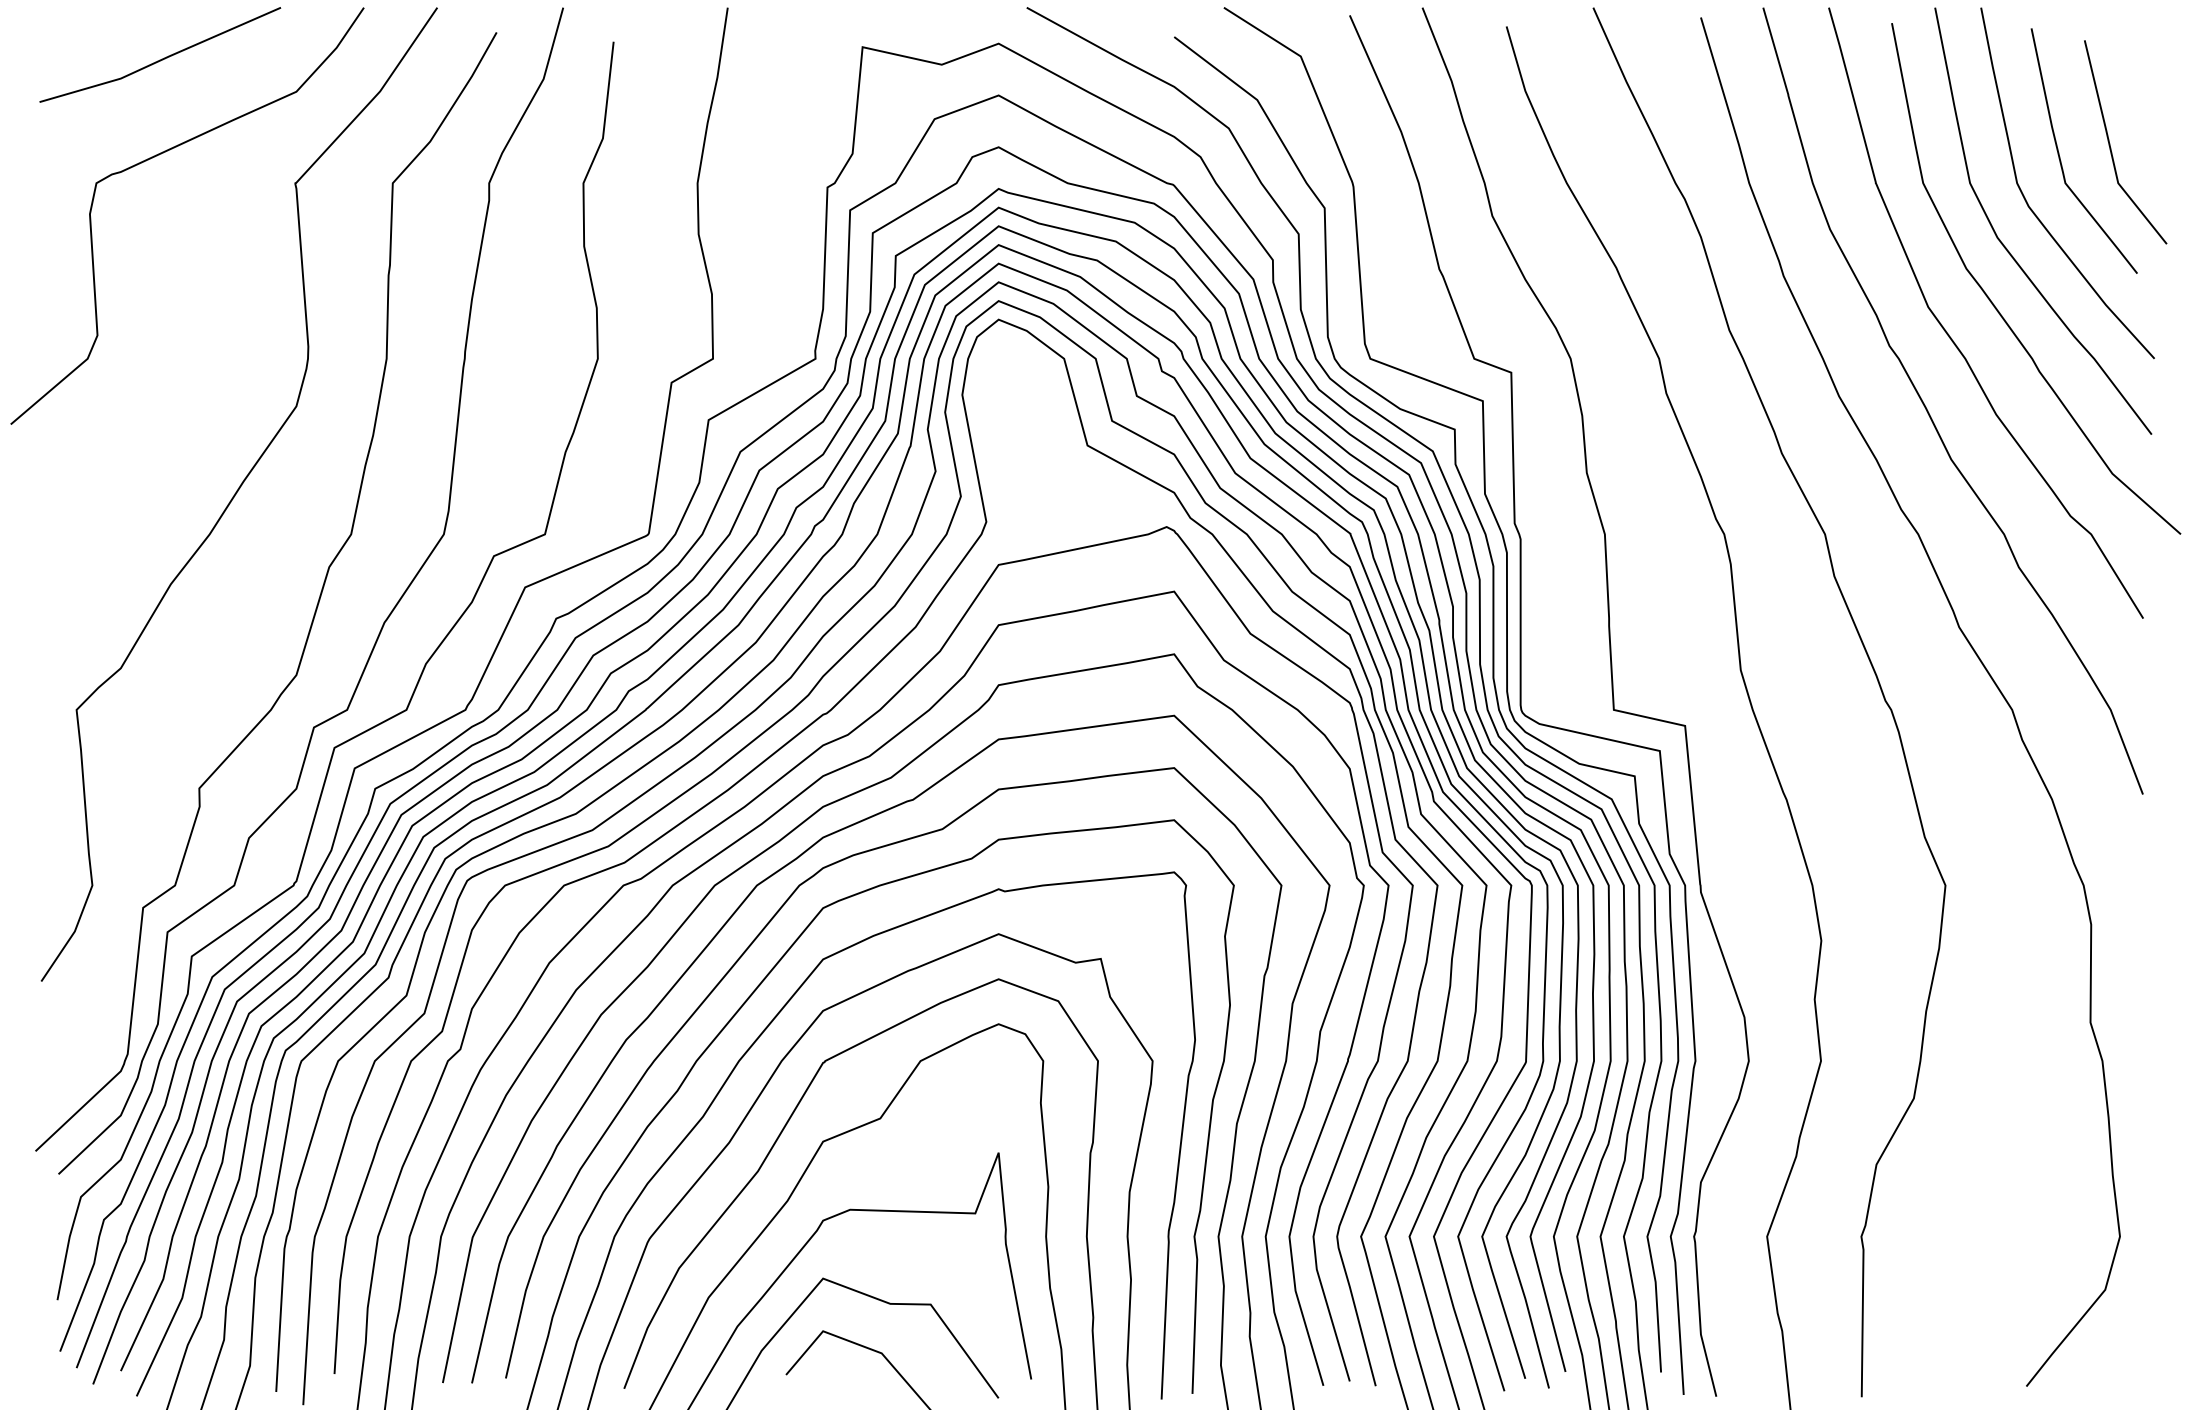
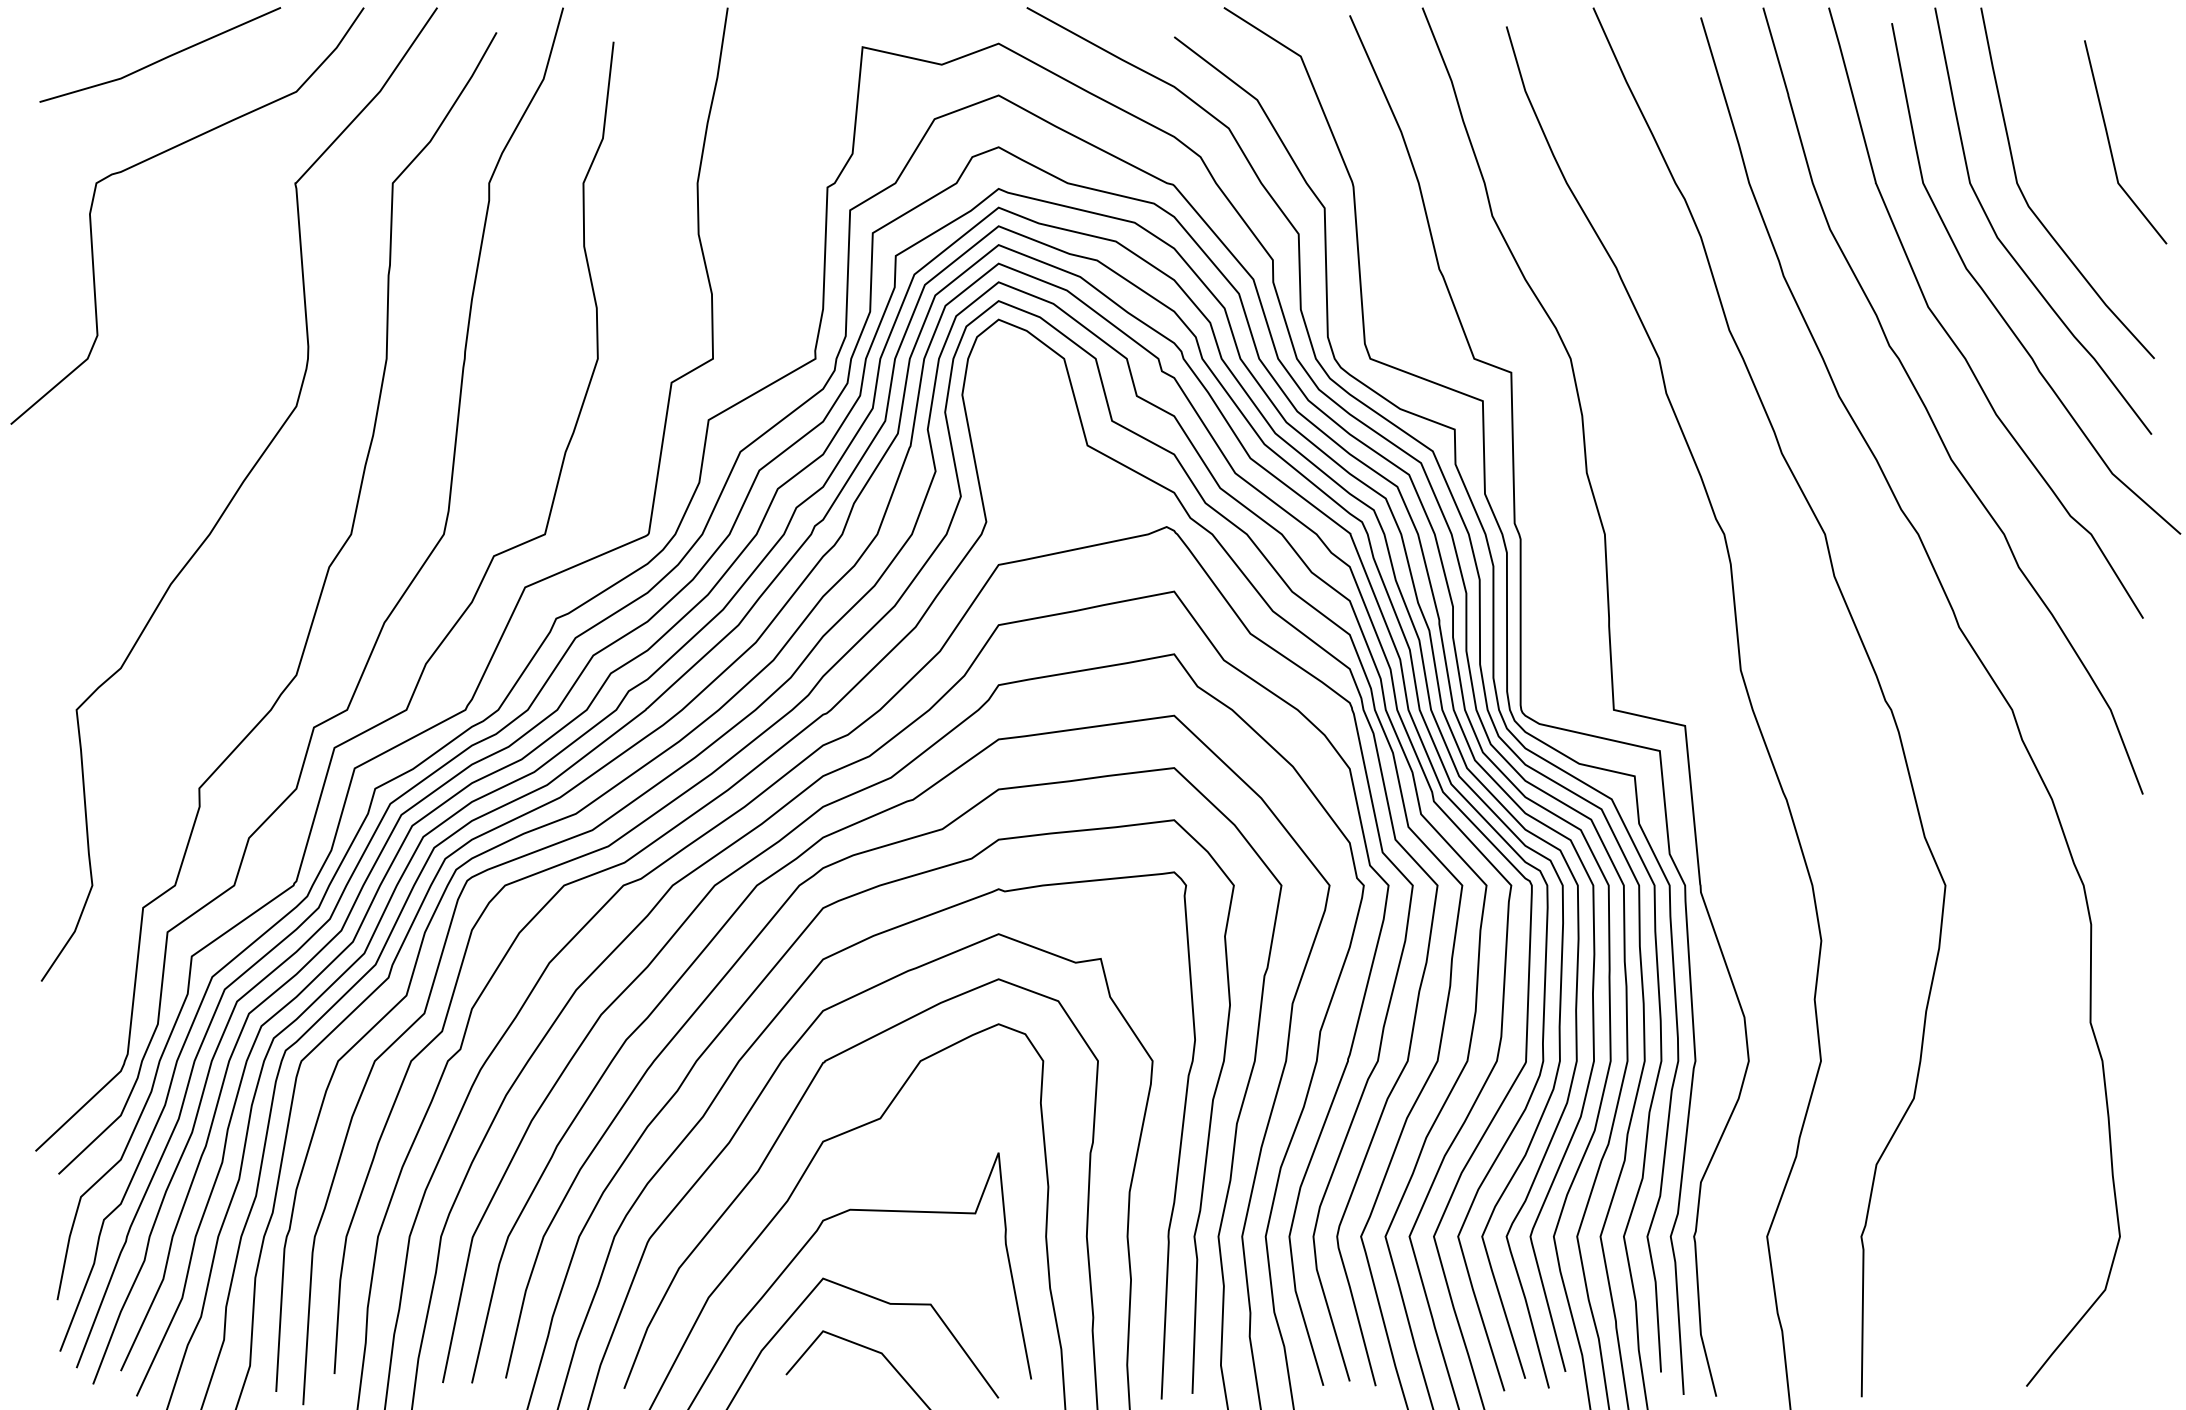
curve at (2060, 156): present -> none
